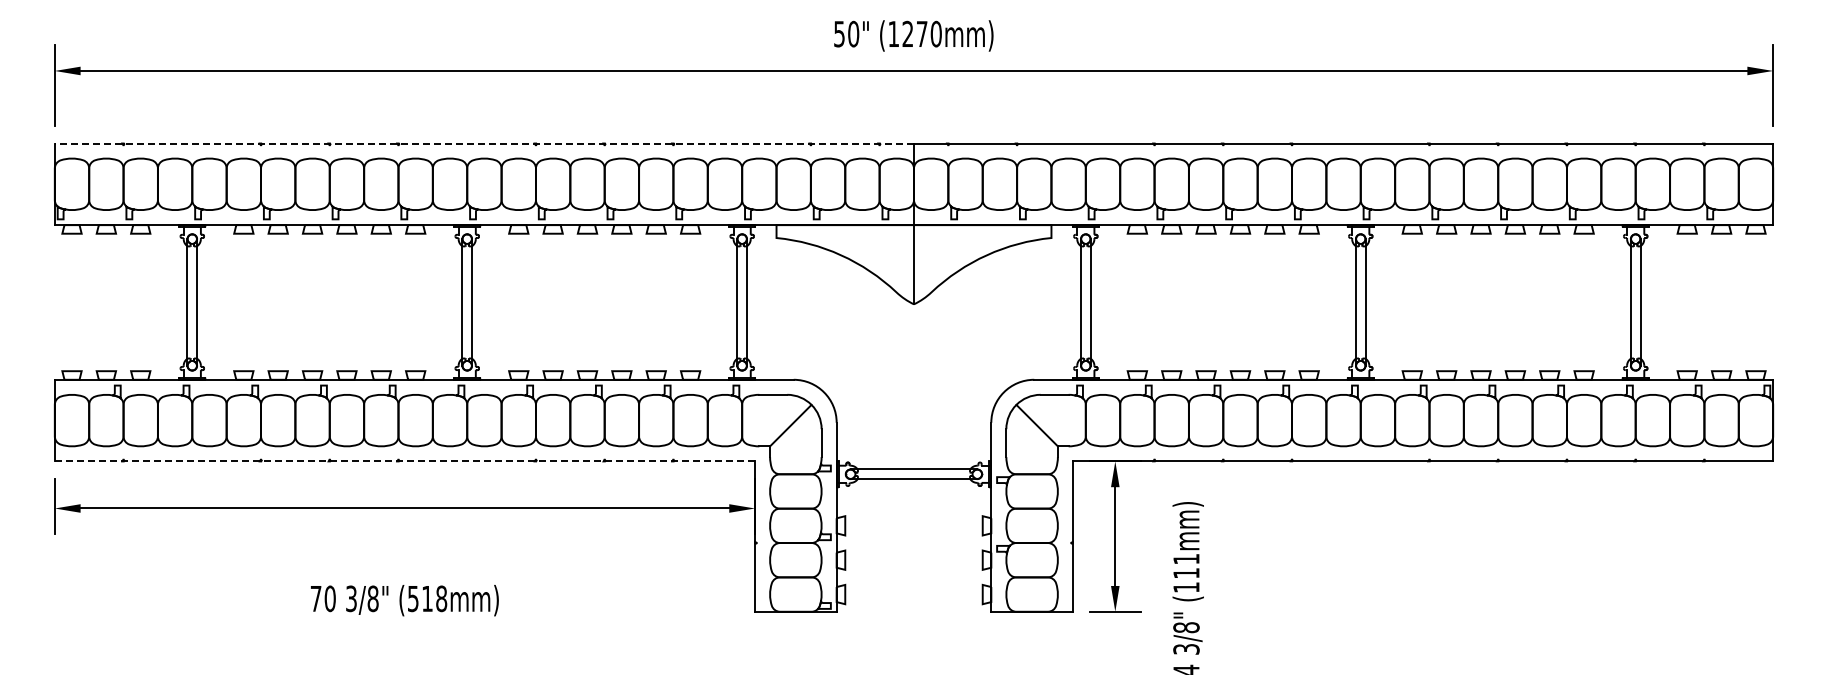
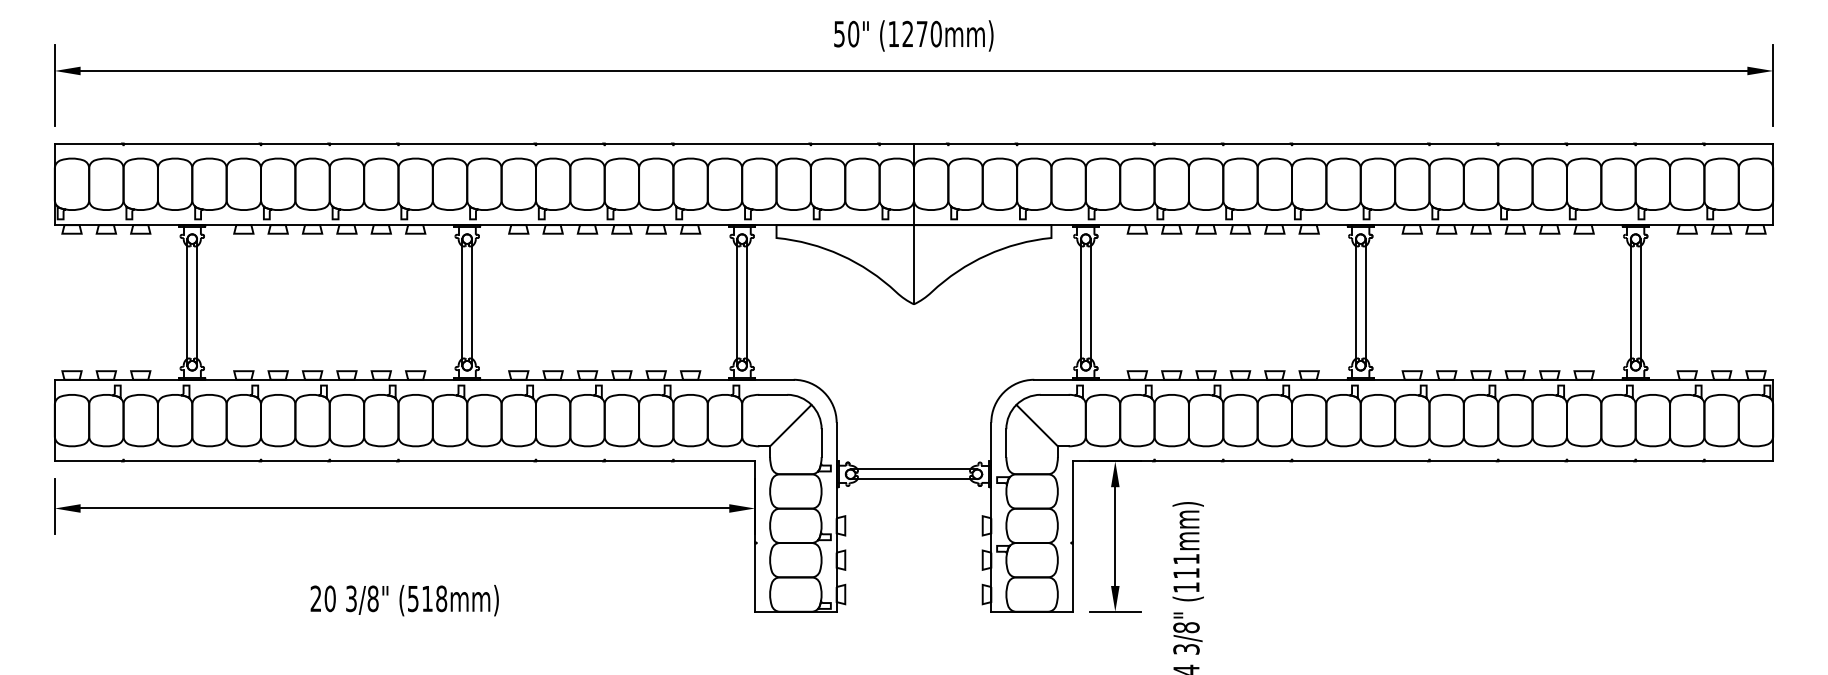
line at (484, 143): dashed -> solid
line at (404, 461): dashed -> solid
text at (315, 598): 70 -> 20
